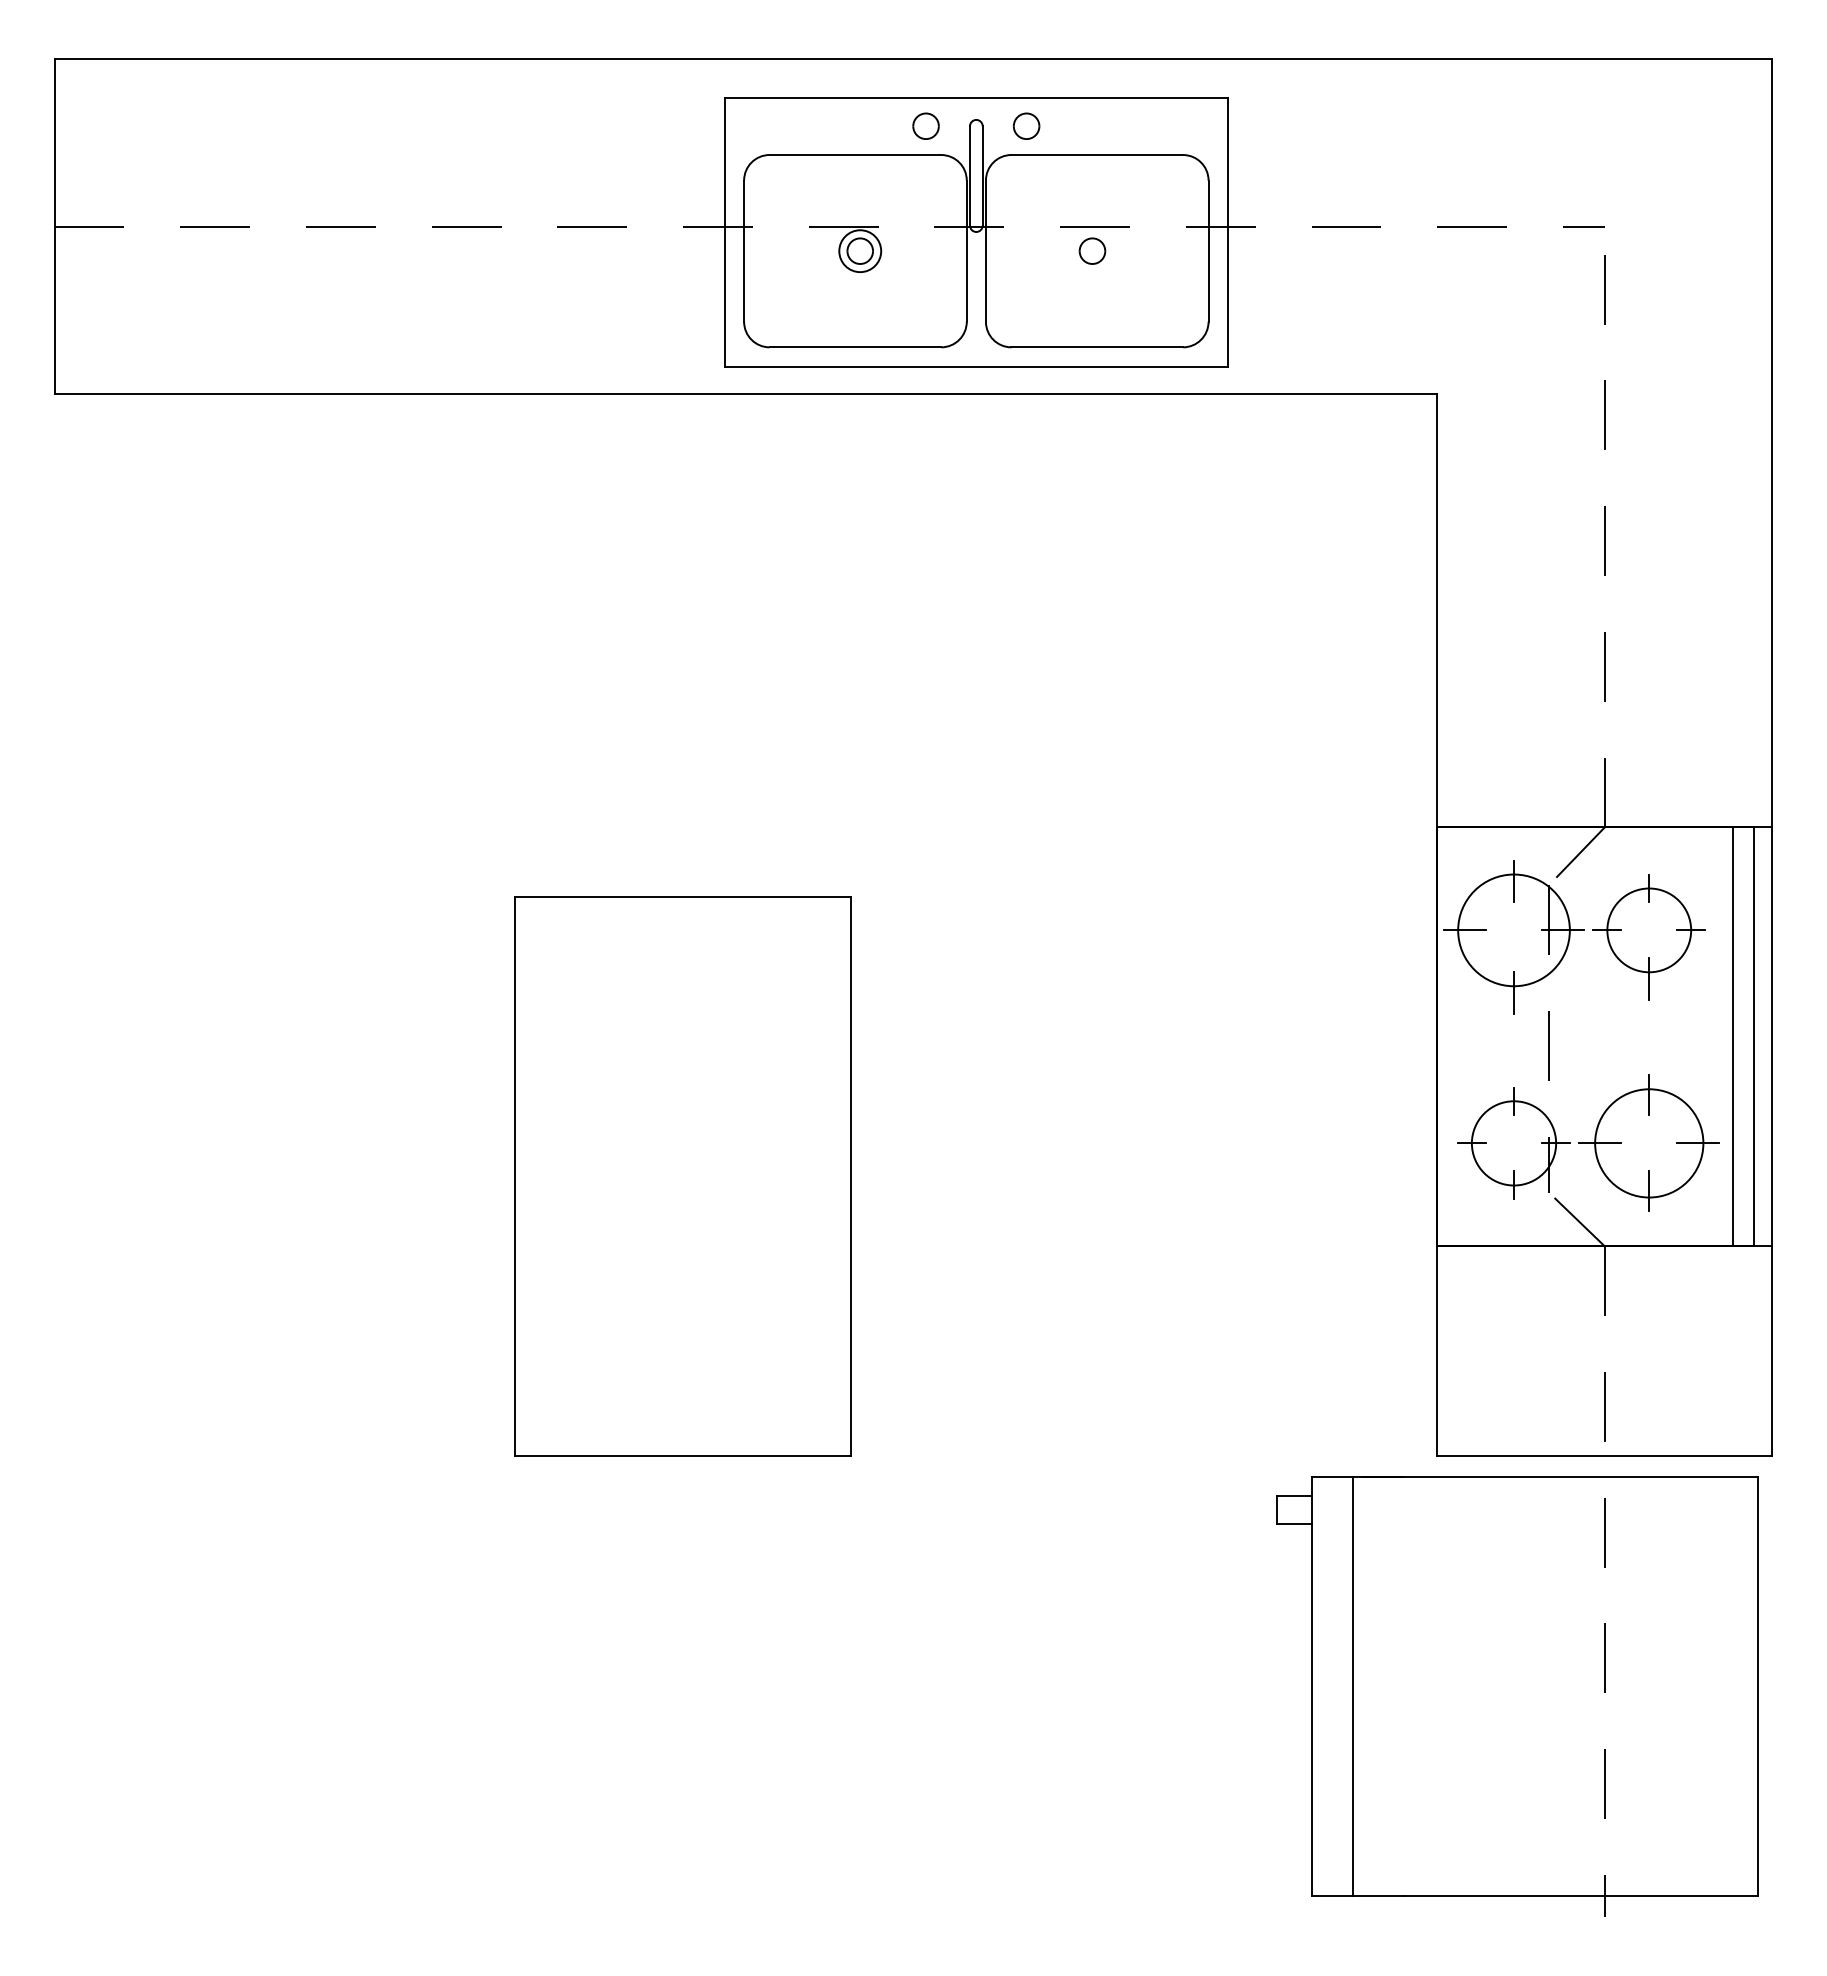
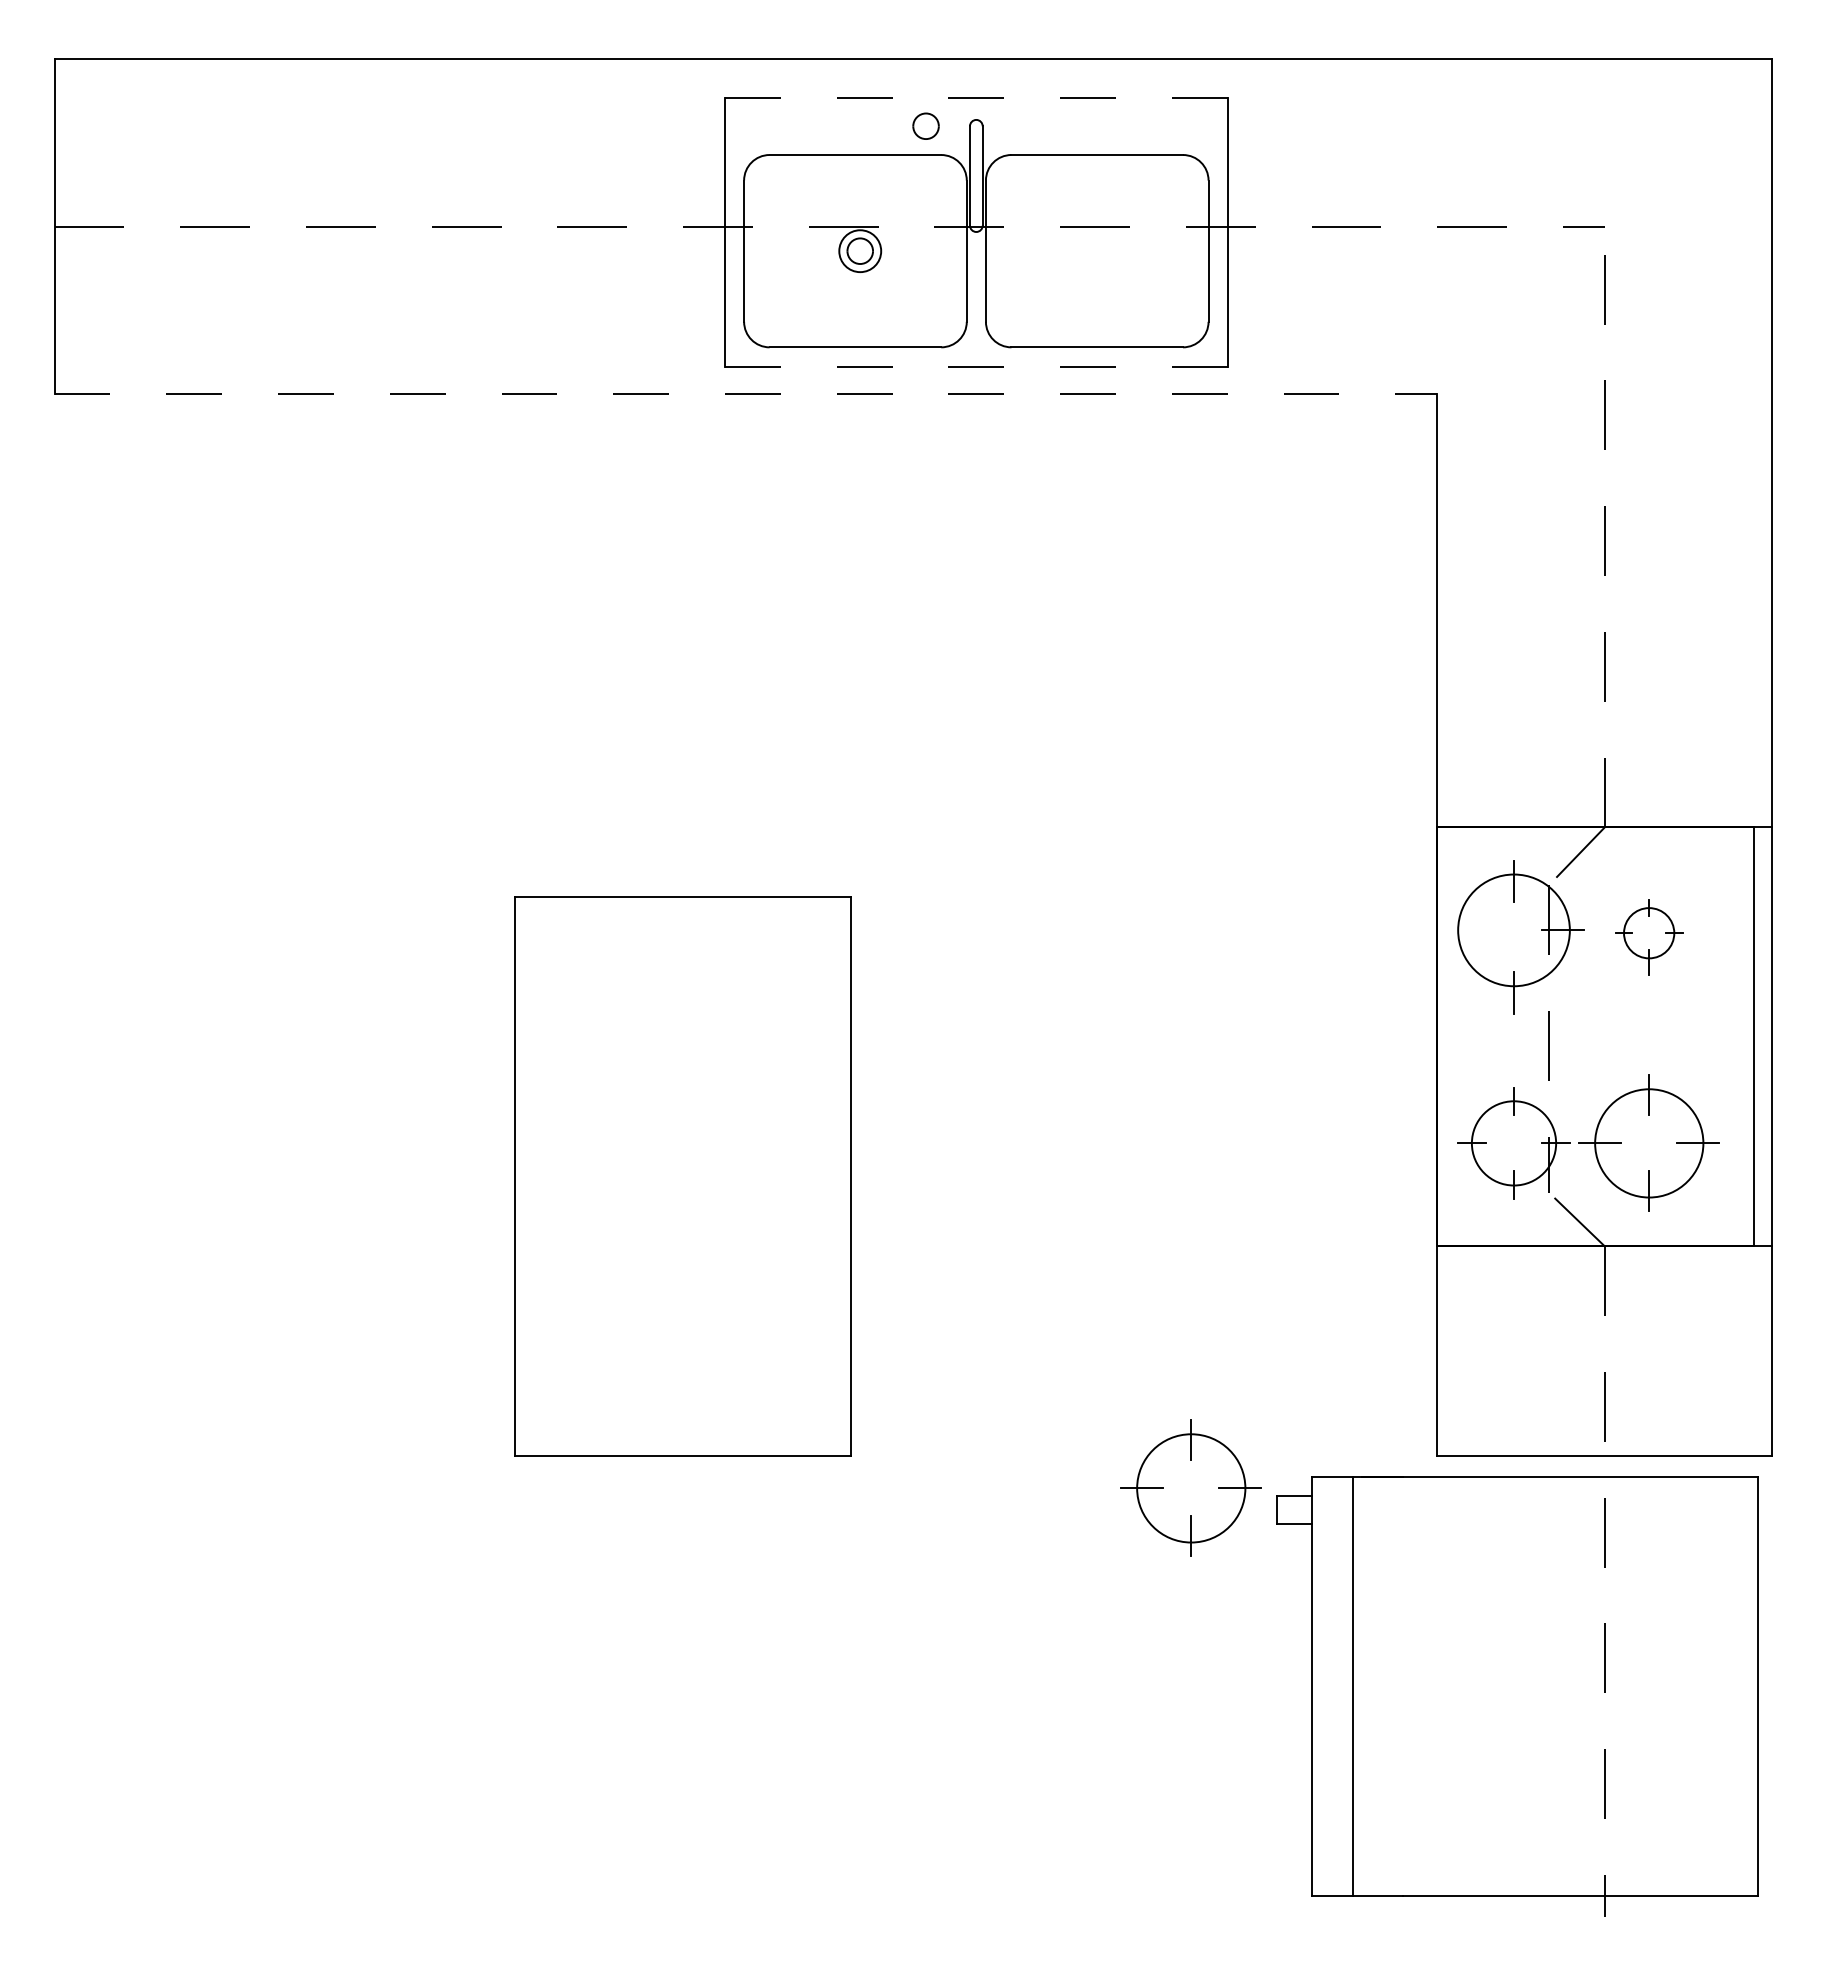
line at (976, 97): solid -> dashed
part at (1026, 125): present -> none
part at (1092, 250): present -> none
line at (975, 366): solid -> dashed
line at (746, 394): solid -> dashed
line at (1465, 930): present -> none
part at (1648, 937) size: 114x127 px -> 69x77 px
line at (1733, 1036): present -> none
part at (1190, 1487): none -> present
